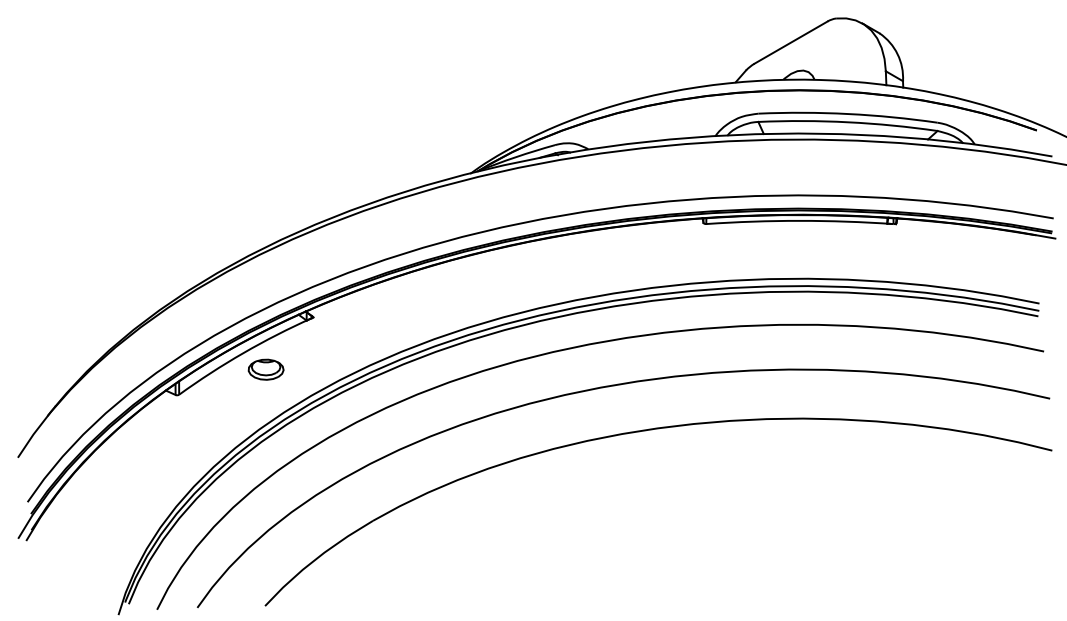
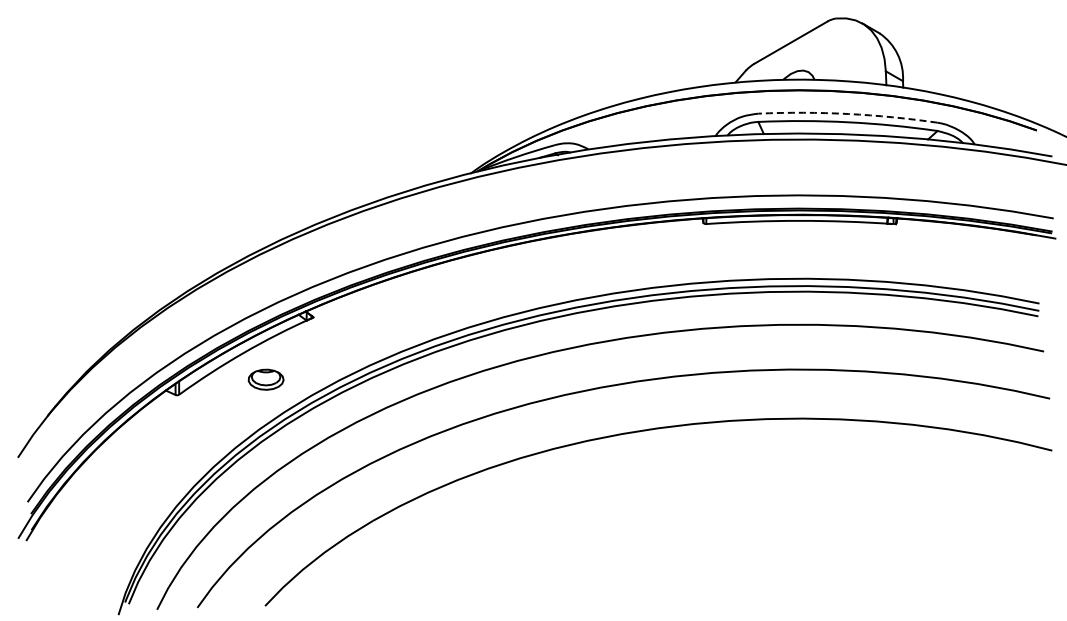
arc at (848, 114): solid -> dashed
part at (265, 369) position: (265, 369) -> (265, 379)
